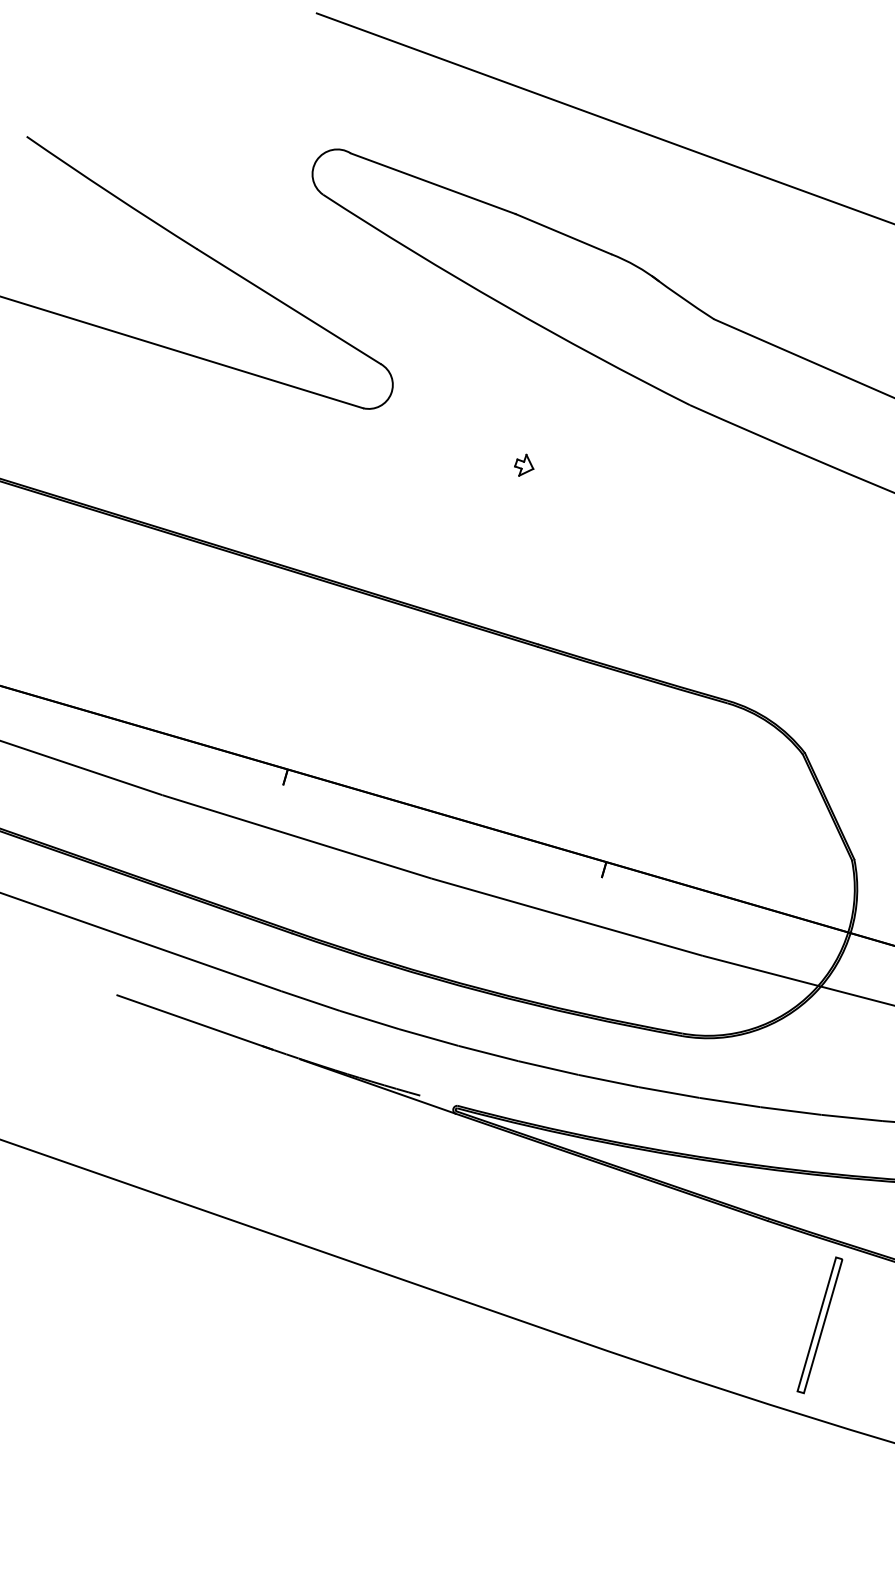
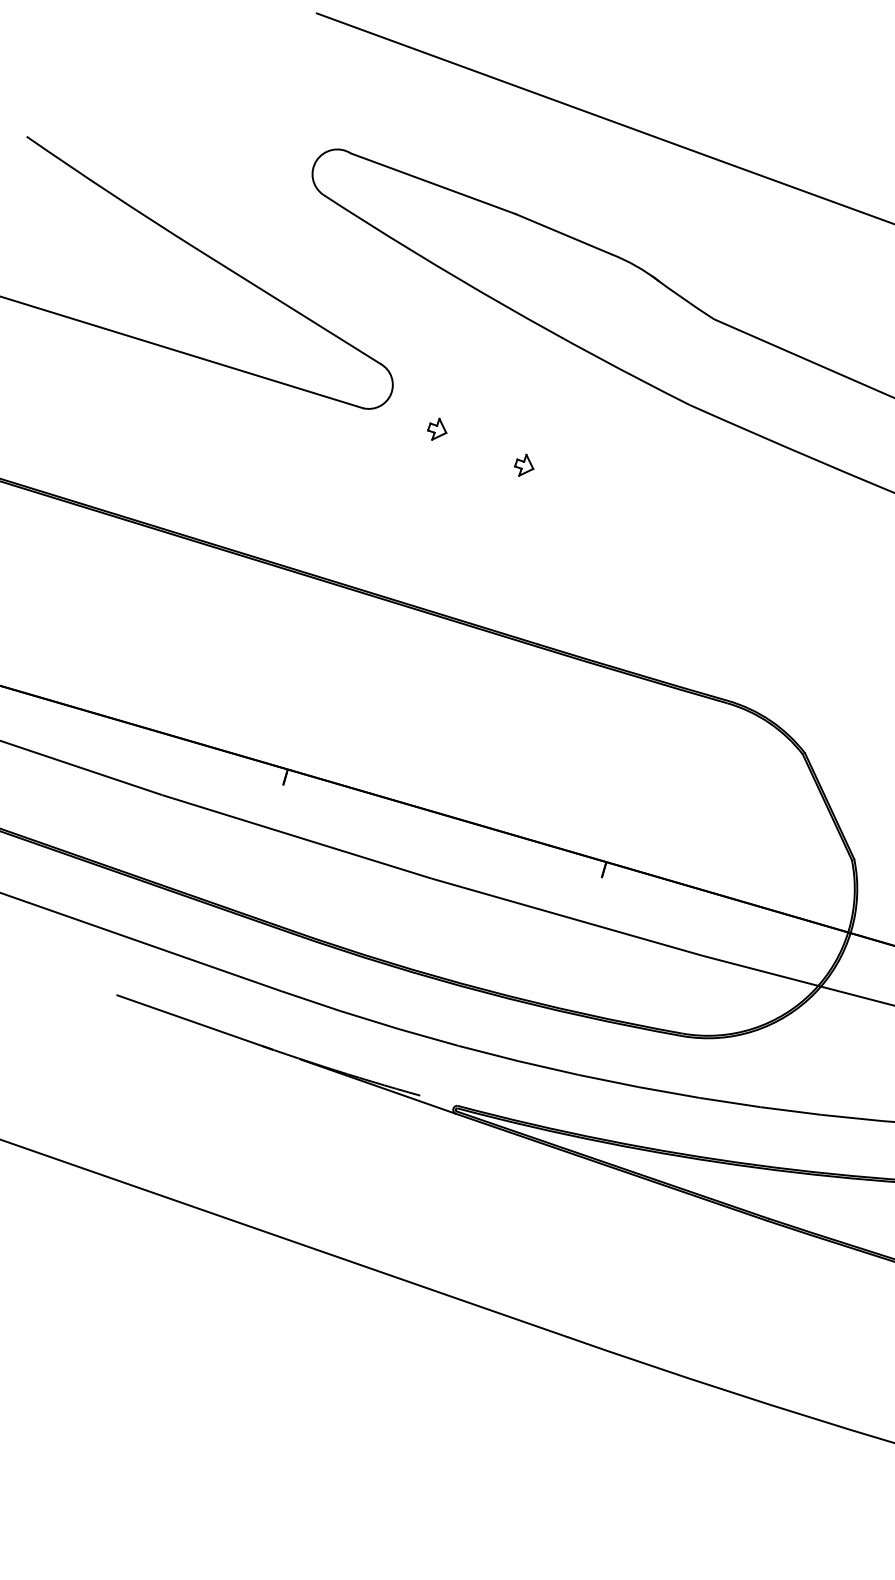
part at (437, 428): none -> present
part at (819, 1325): present -> none
